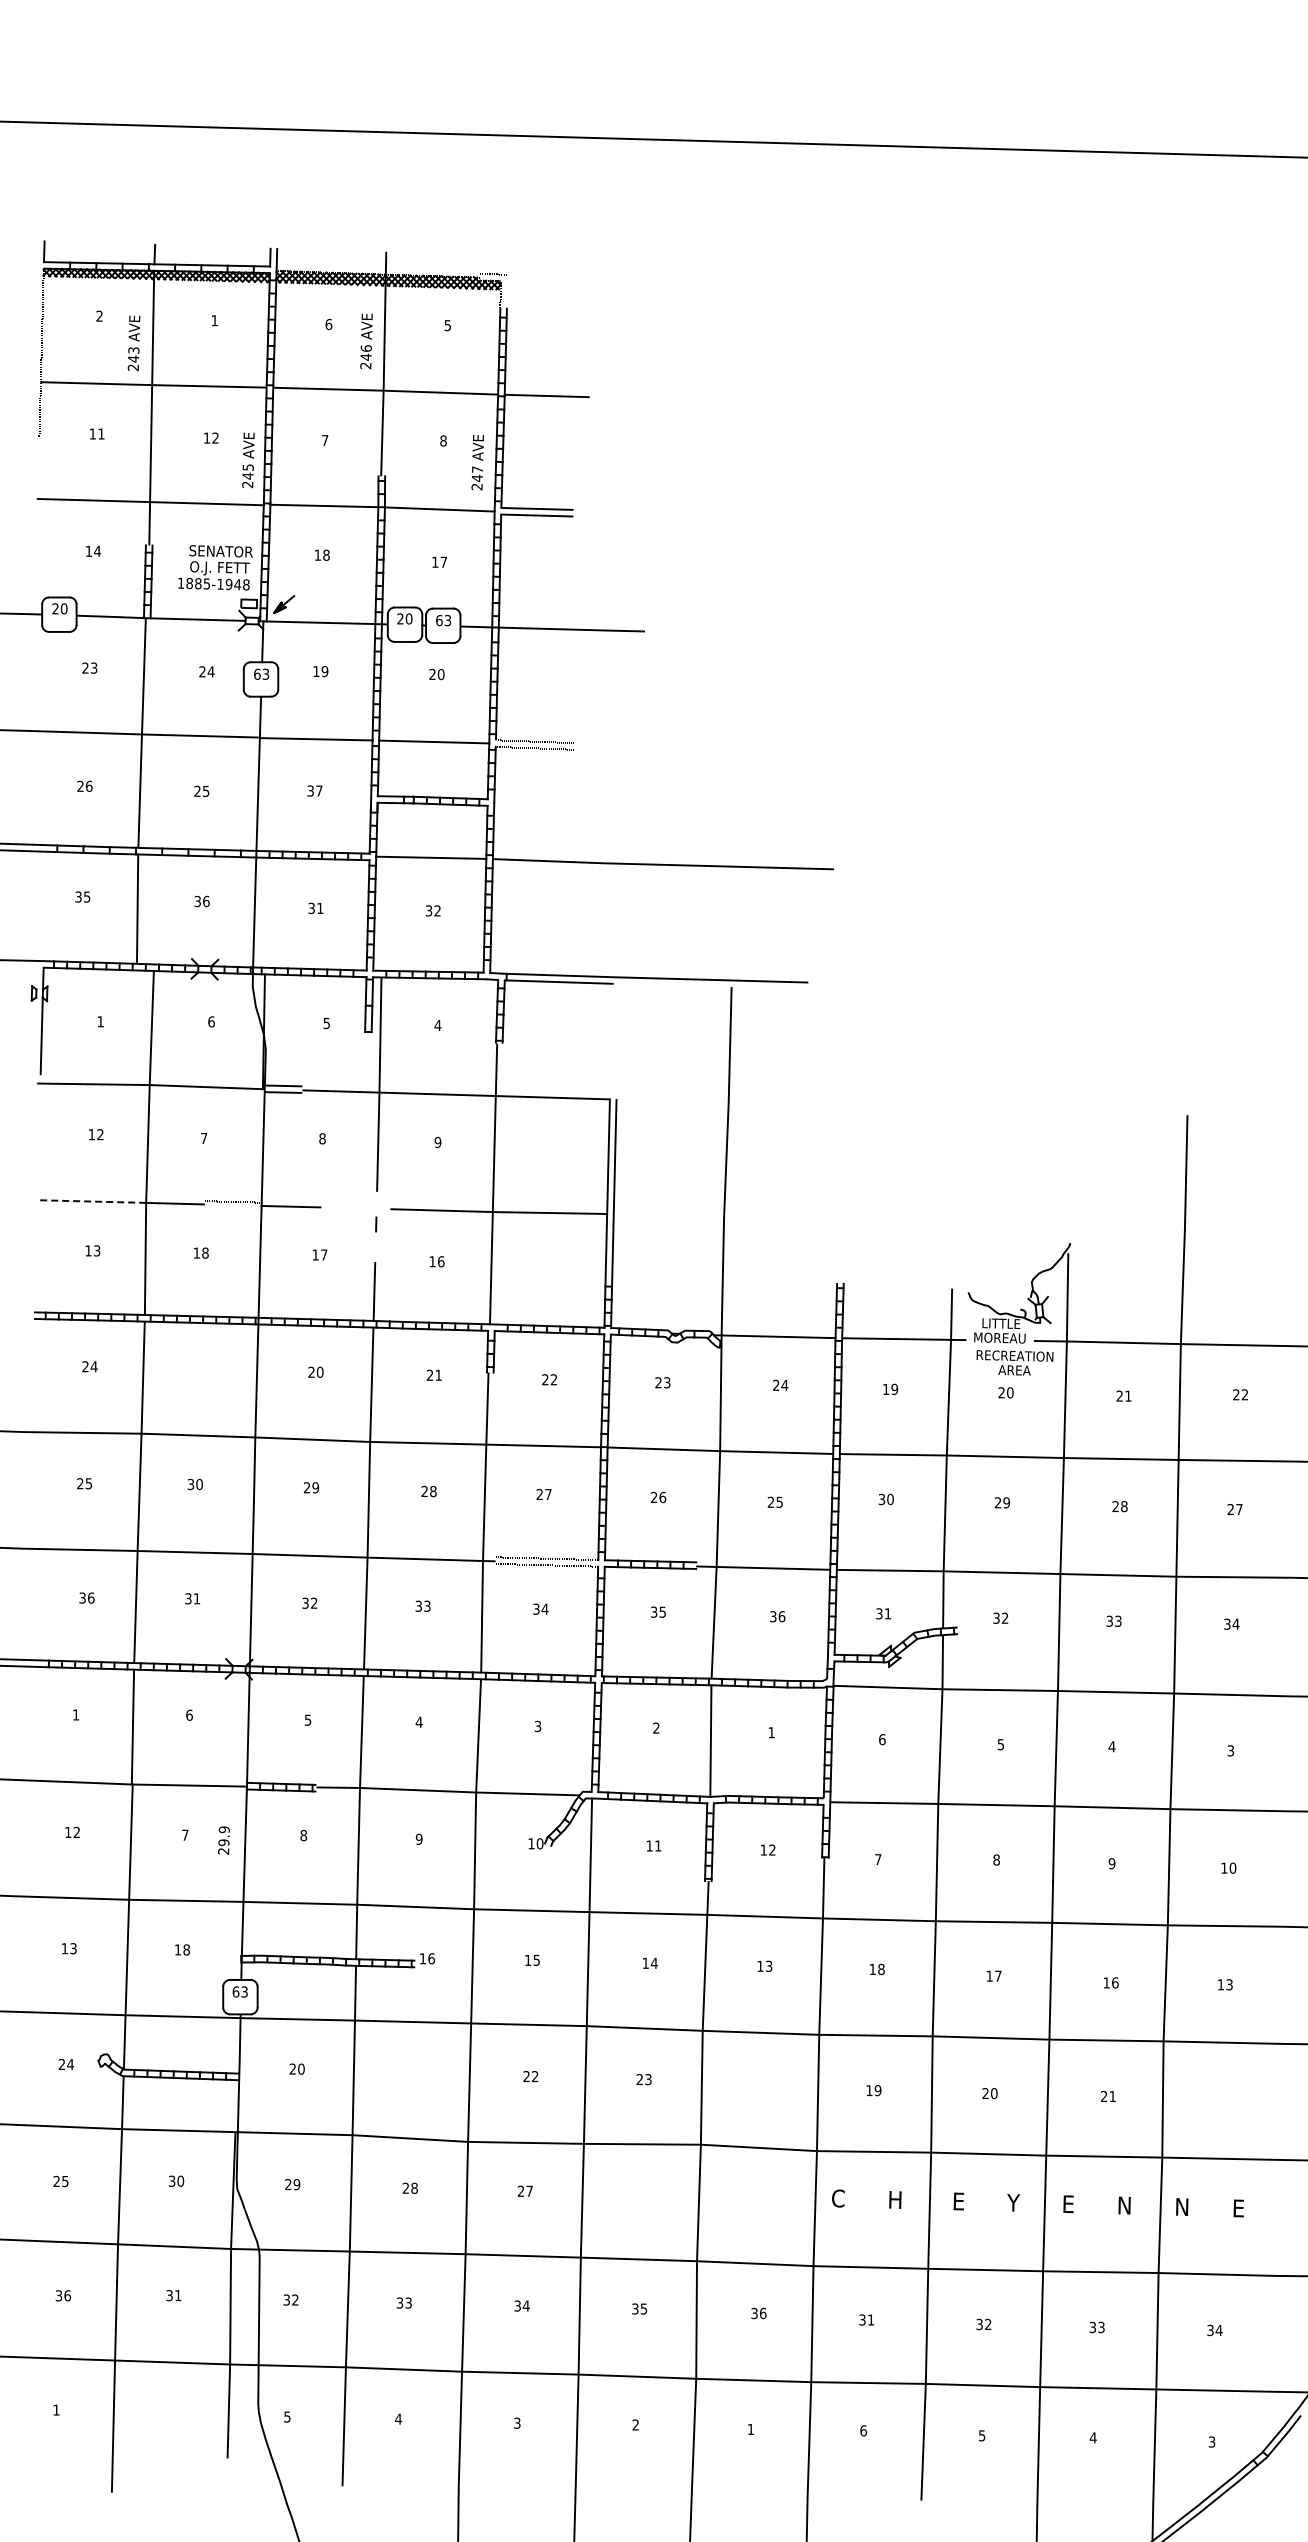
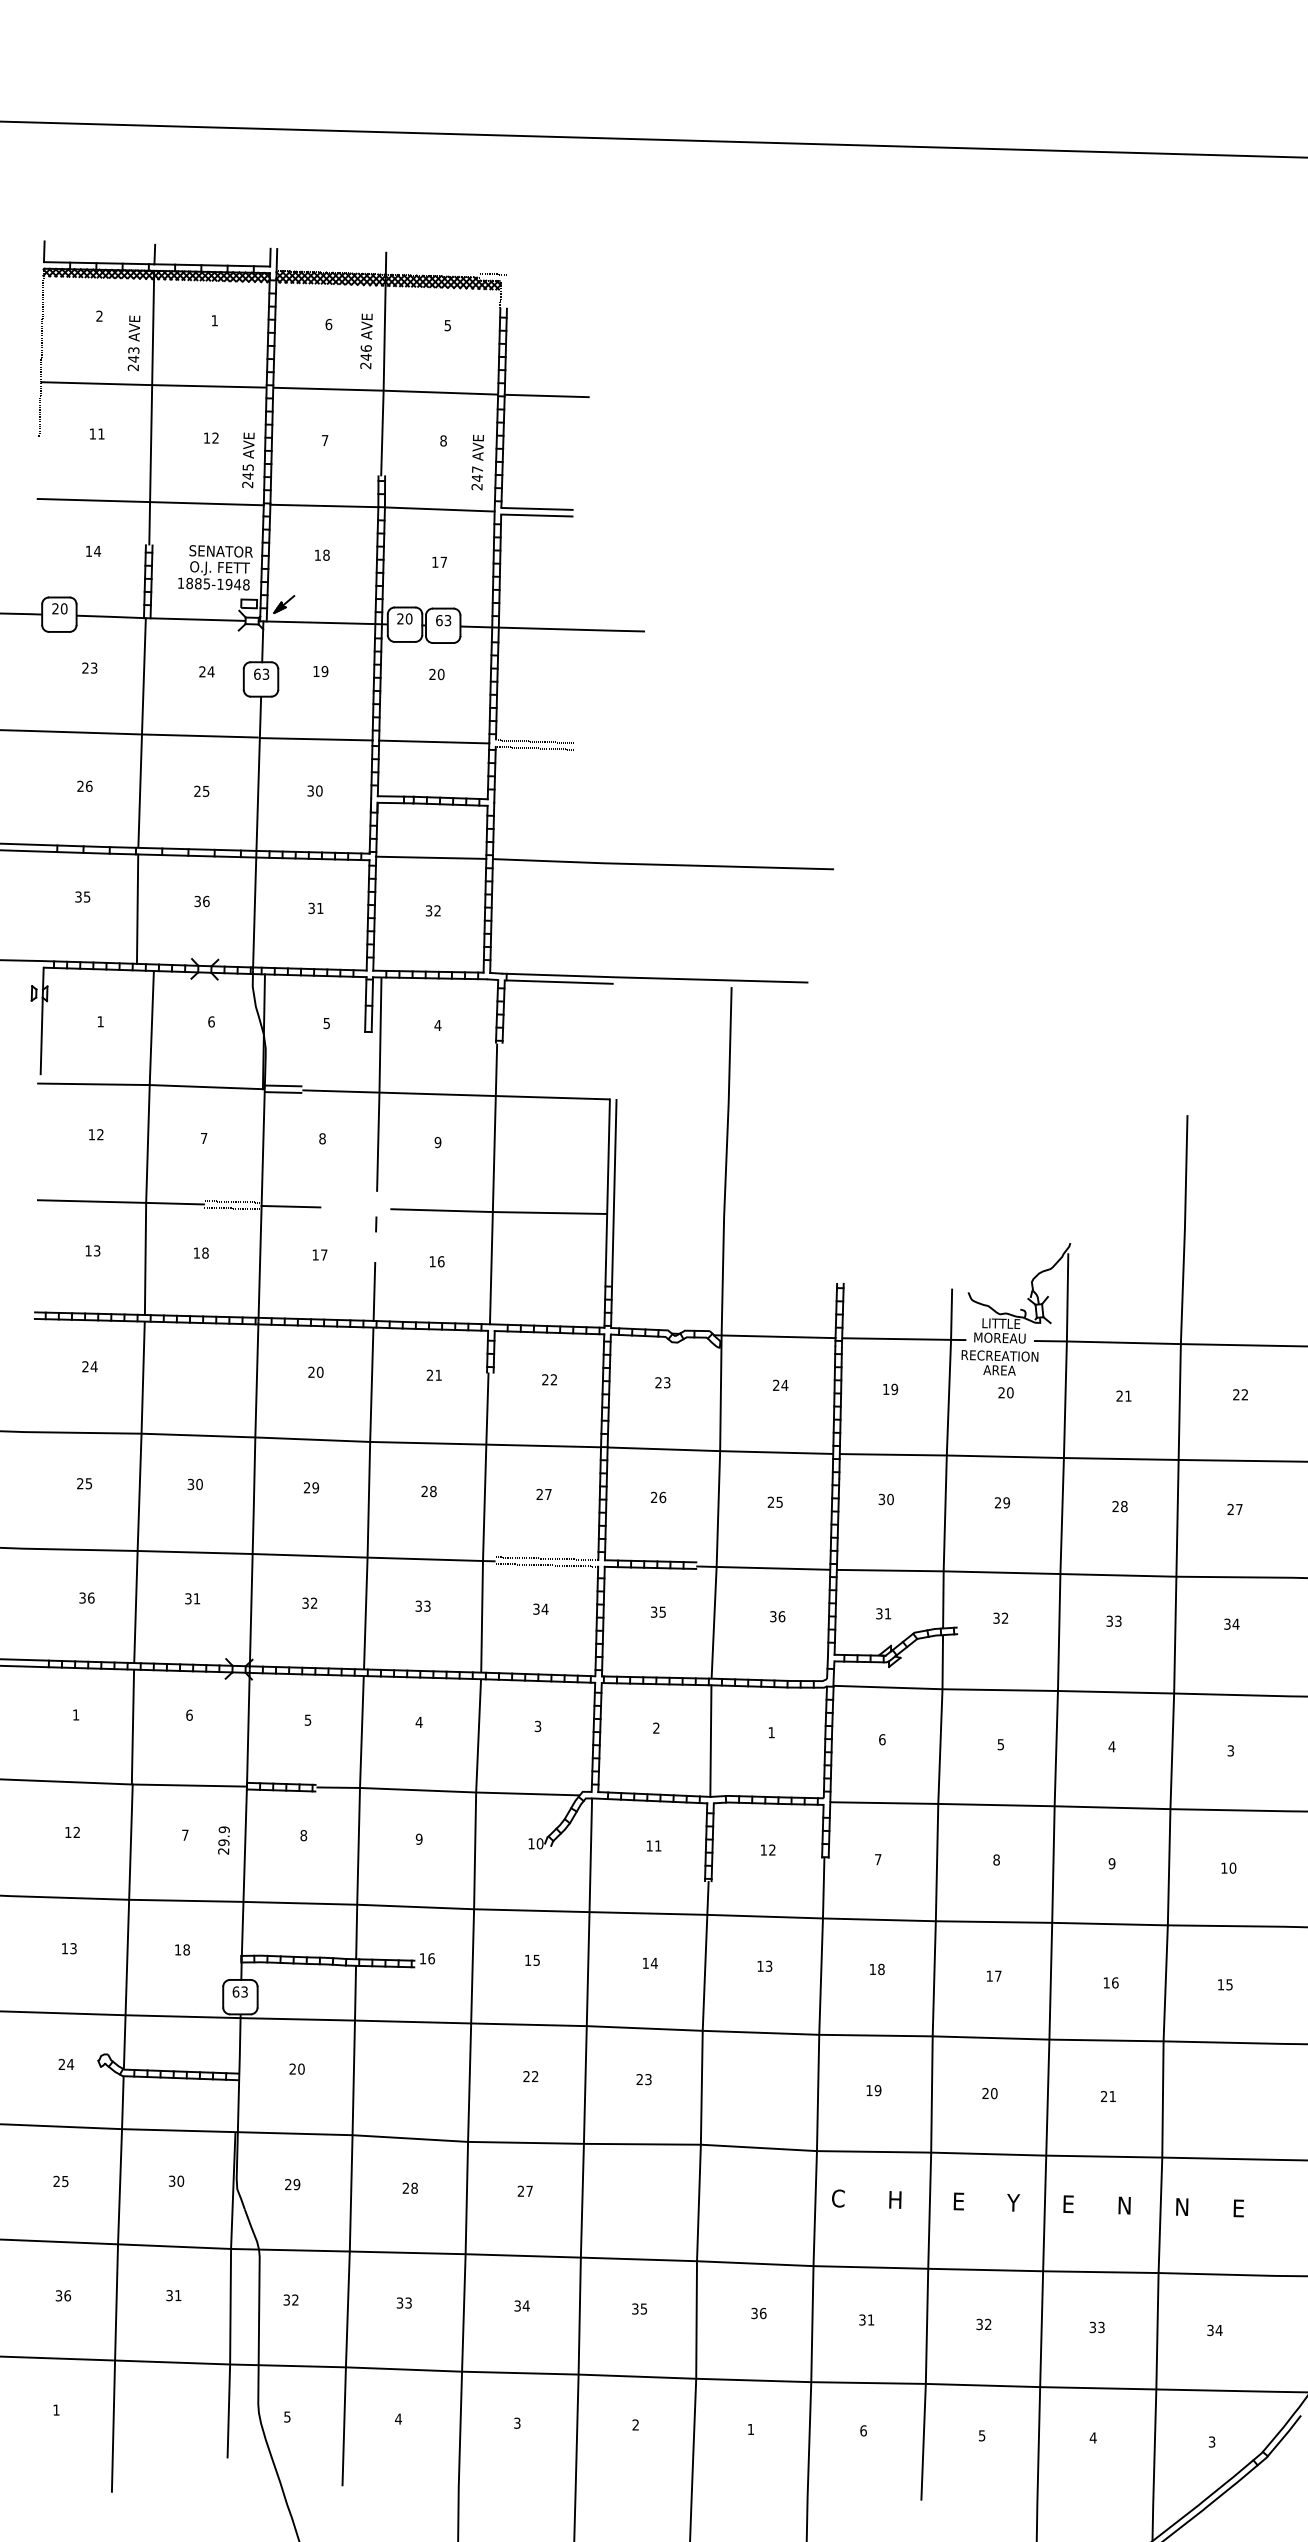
text at (319, 790): 37 -> 30
line at (91, 1201): dashed -> solid
line at (232, 1208): none -> present
text at (1014, 1362) position: (1014, 1362) -> (999, 1362)
text at (1229, 1984): 13 -> 15
